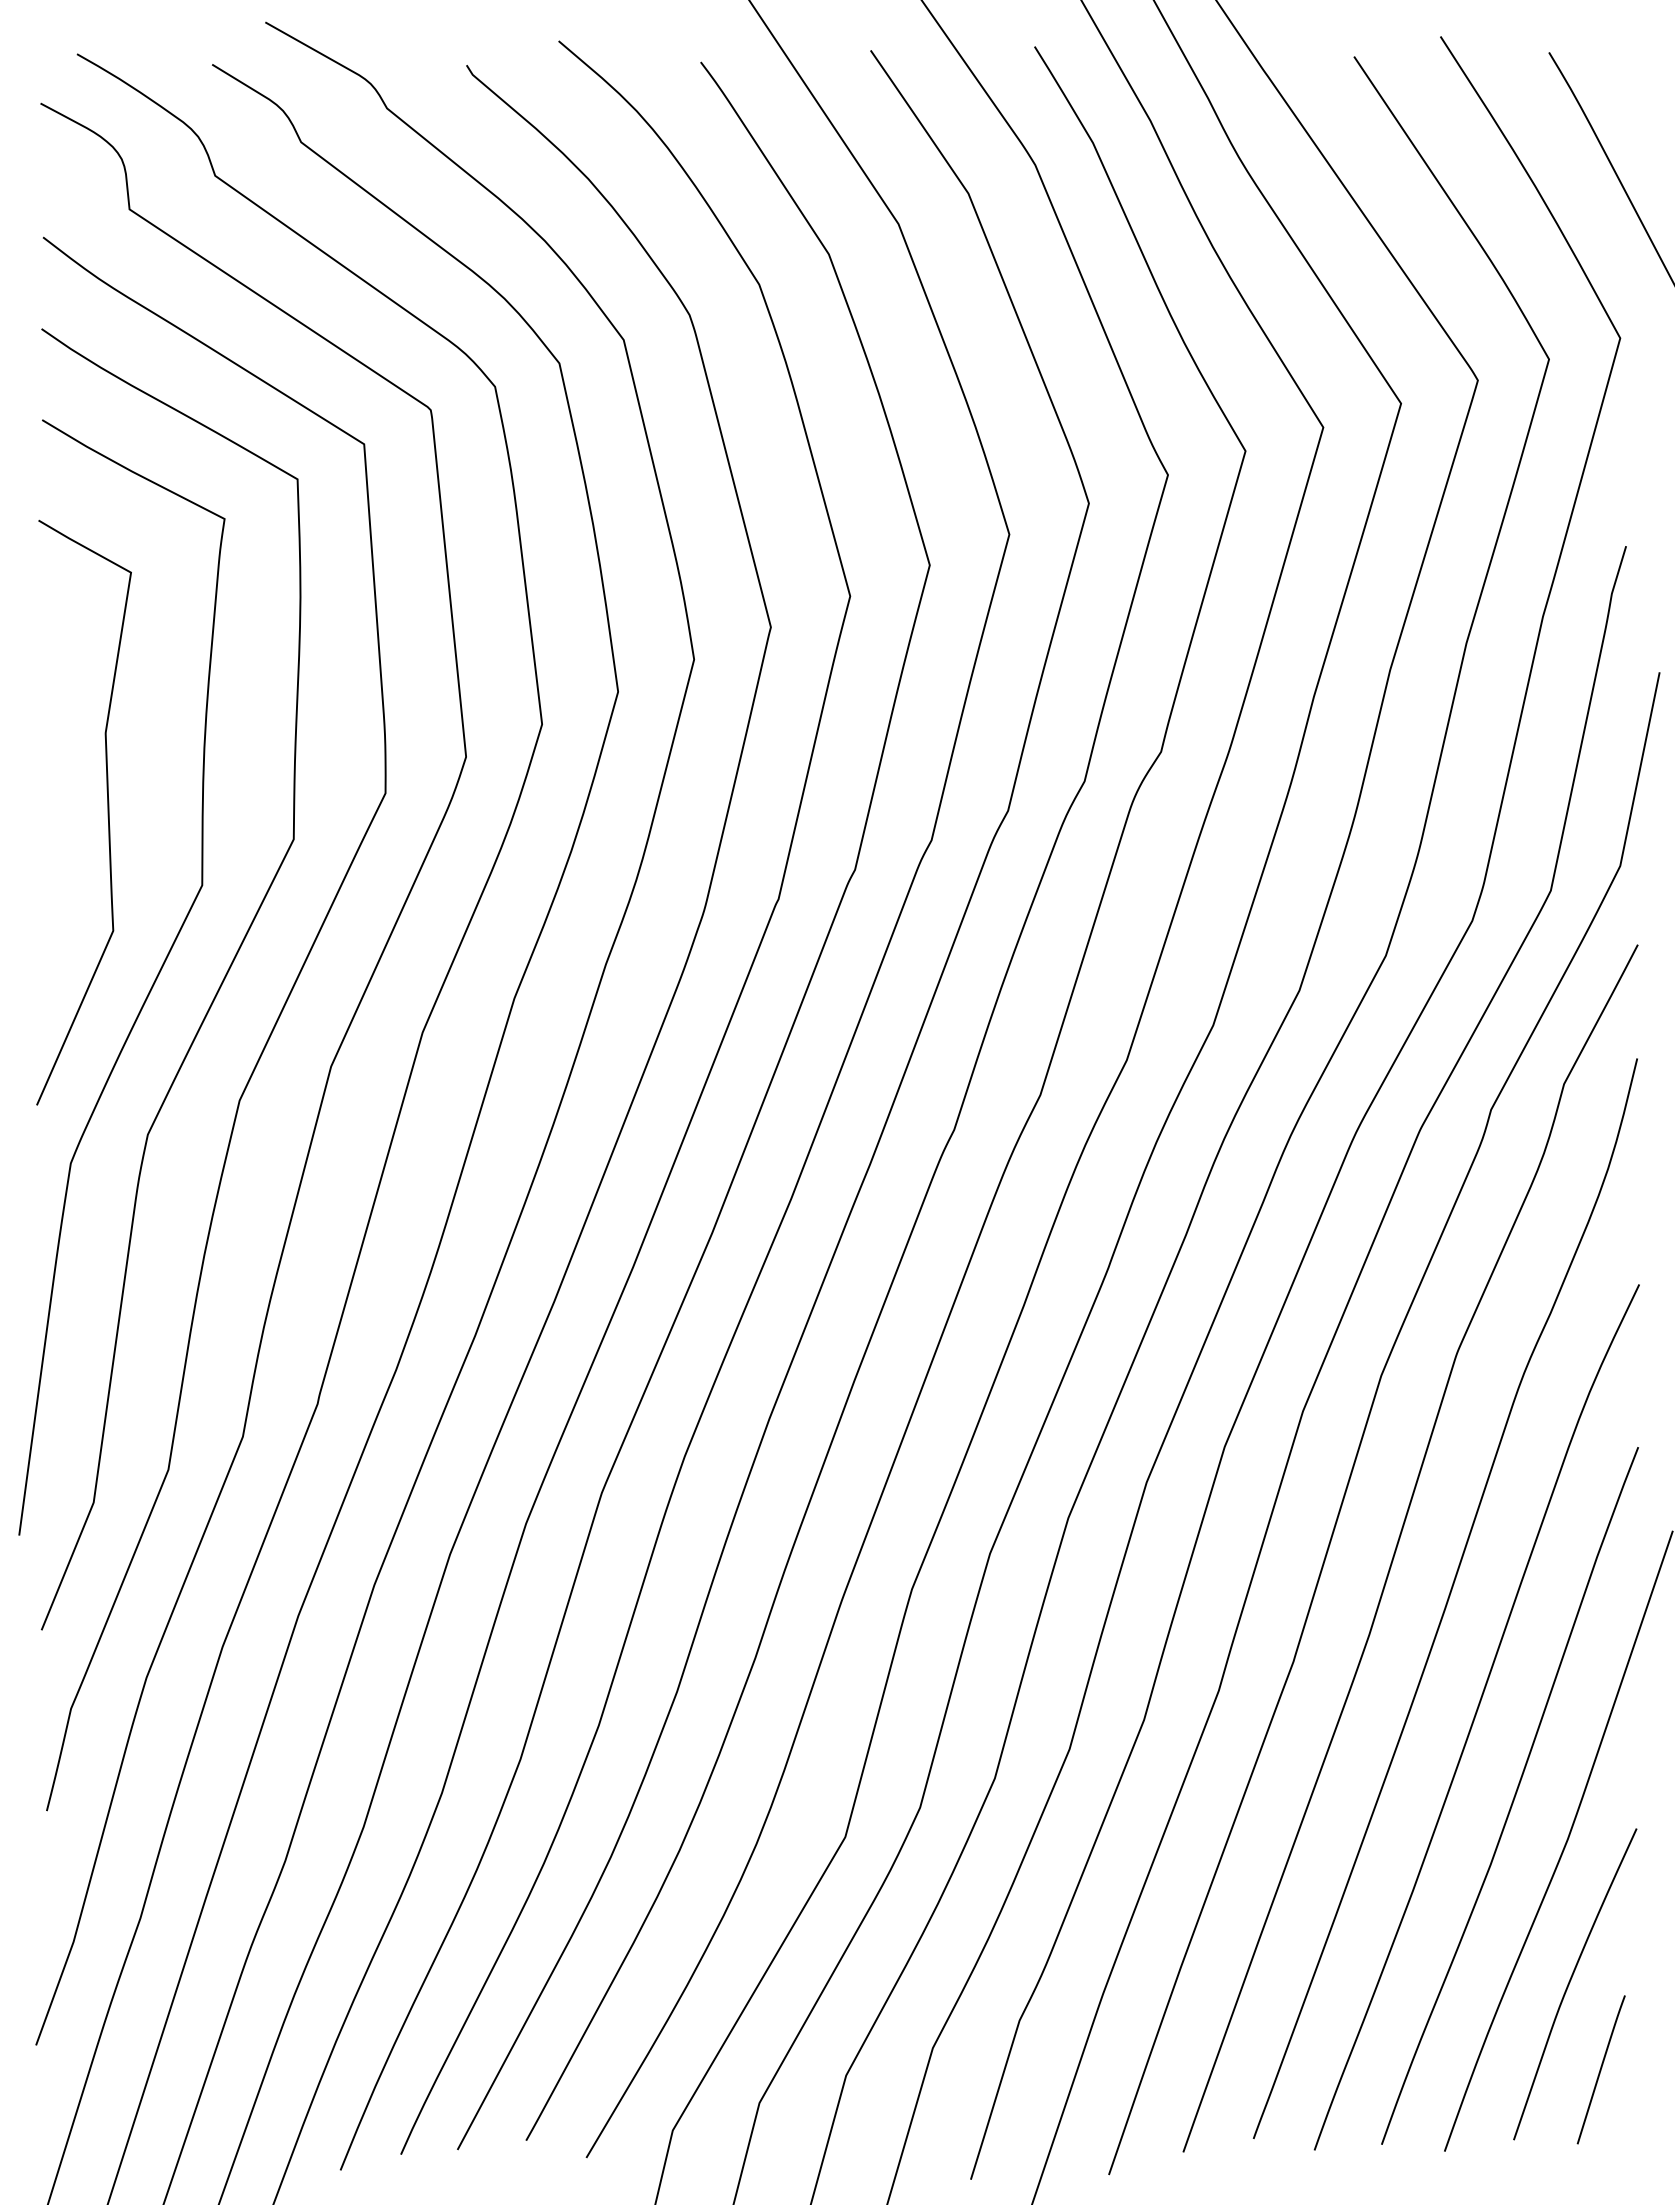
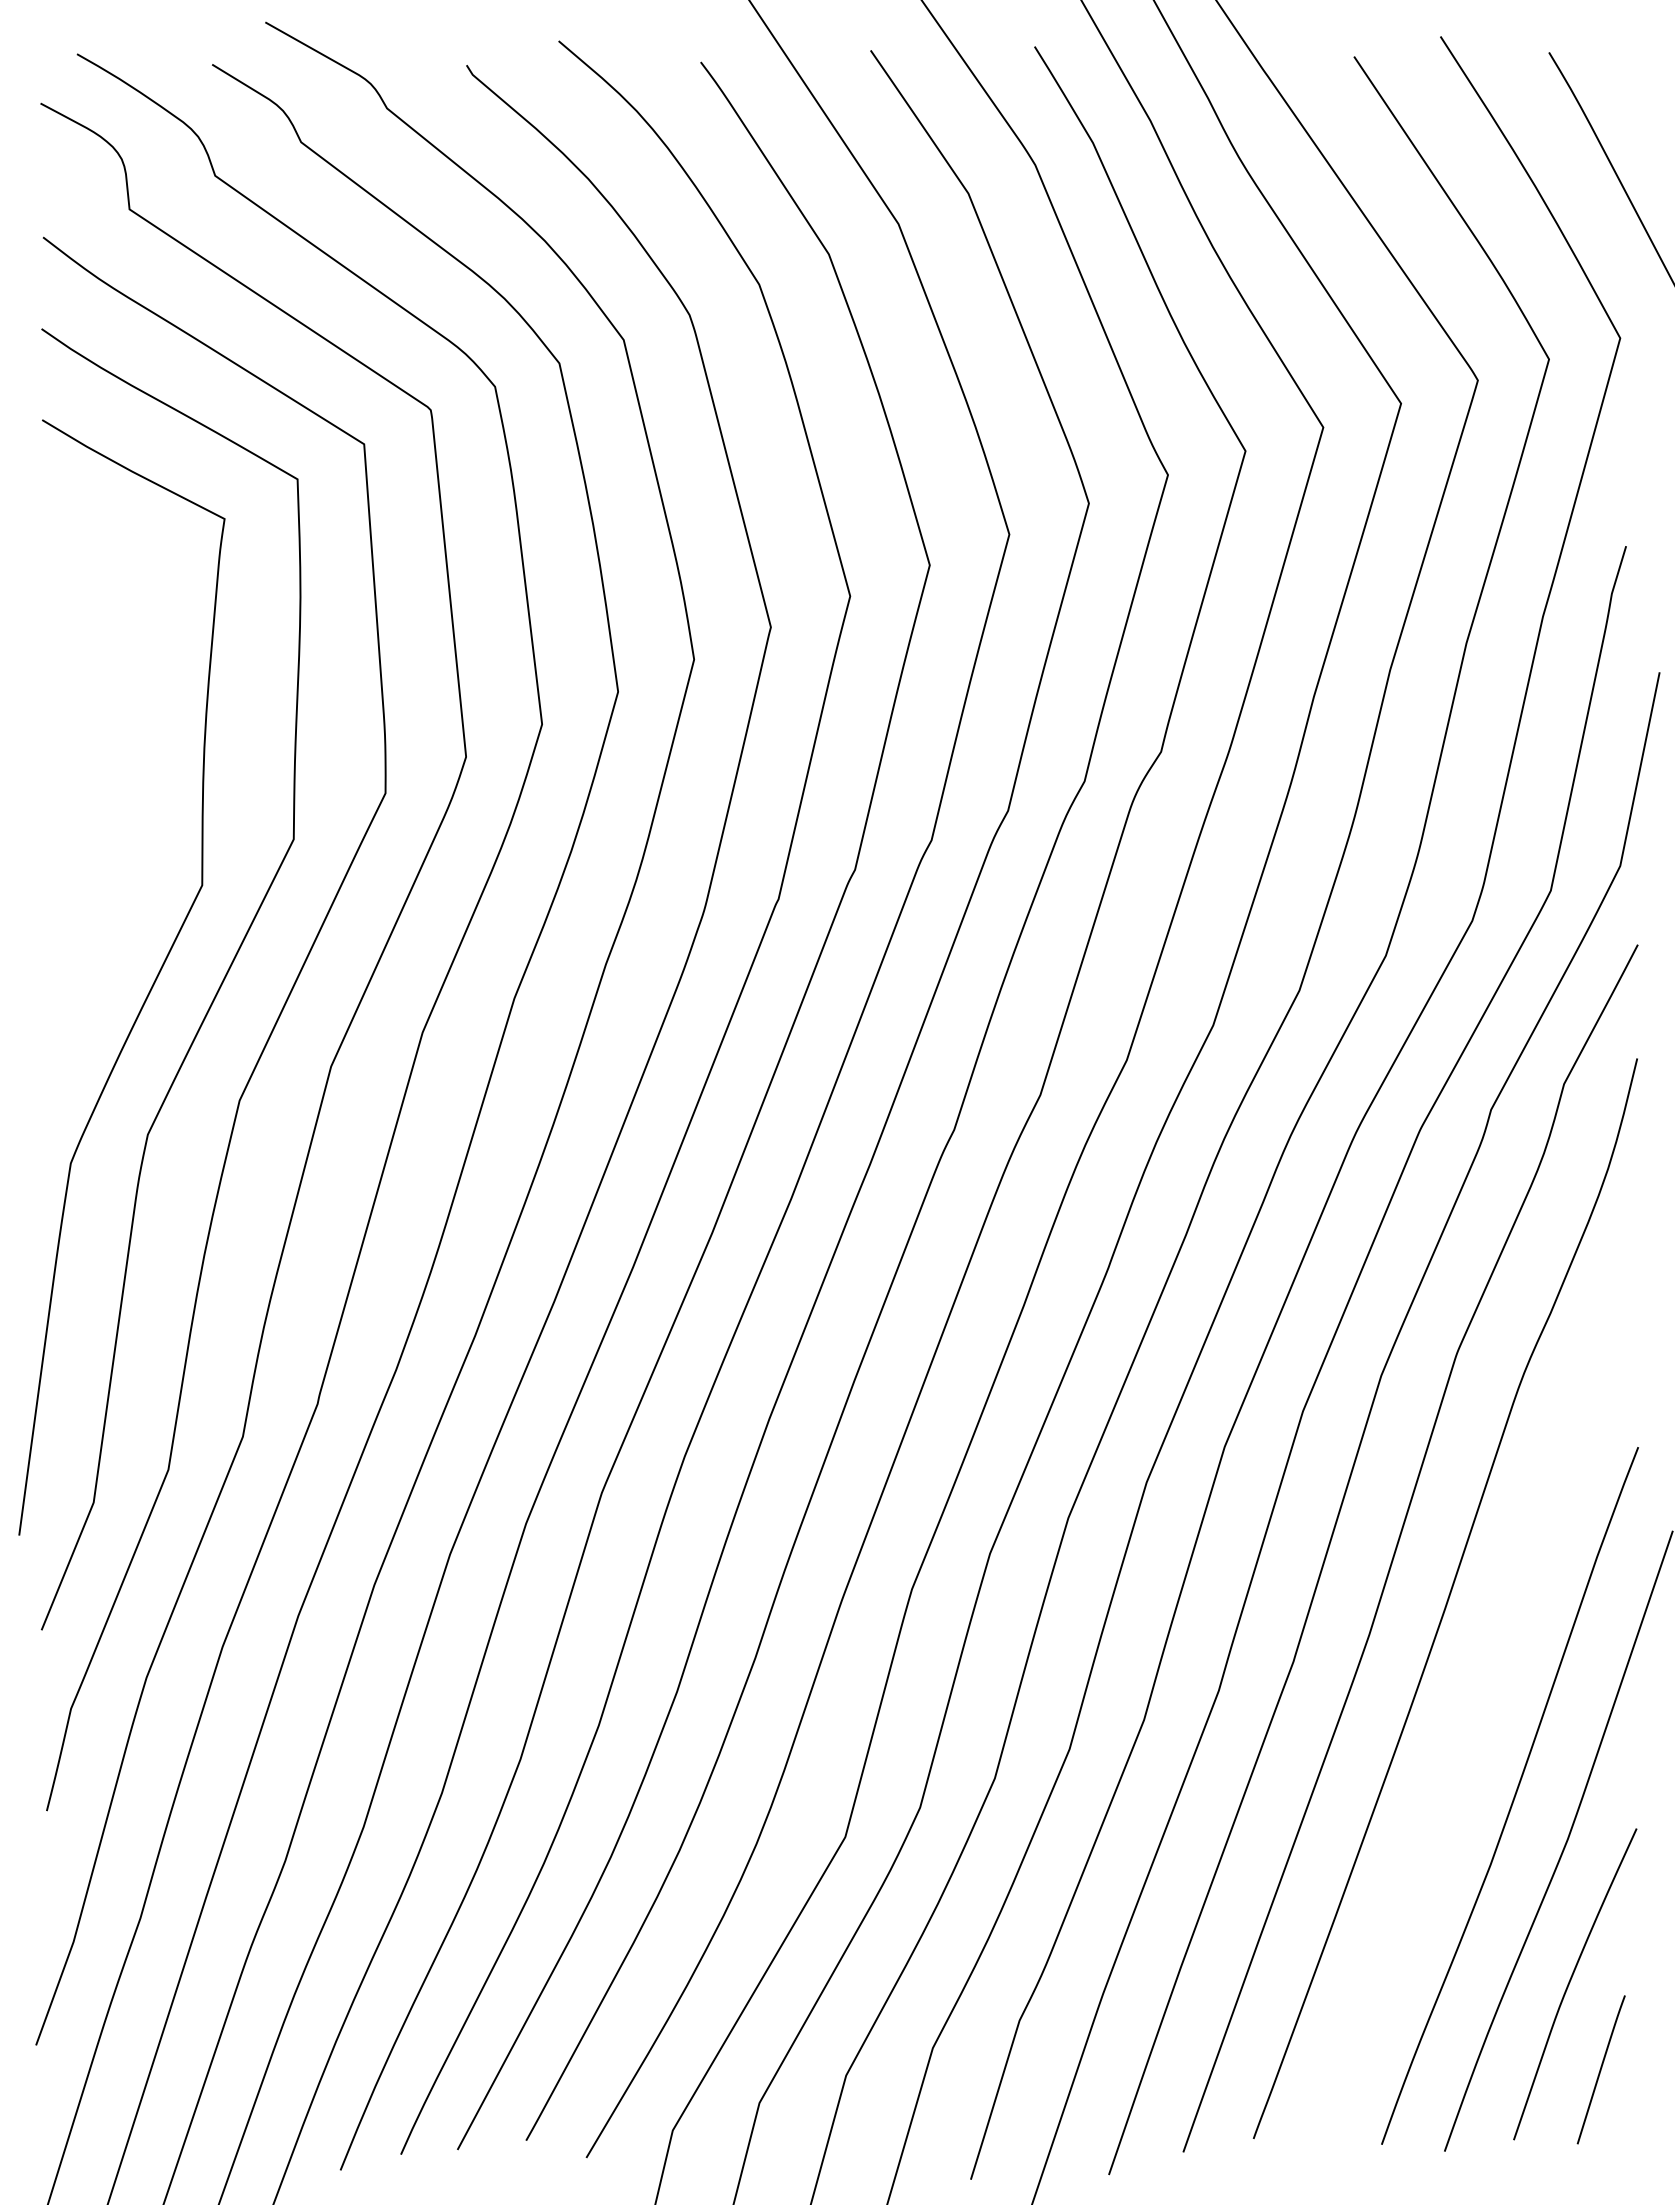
curve at (107, 812): present -> none
curve at (1475, 1717): present -> none
